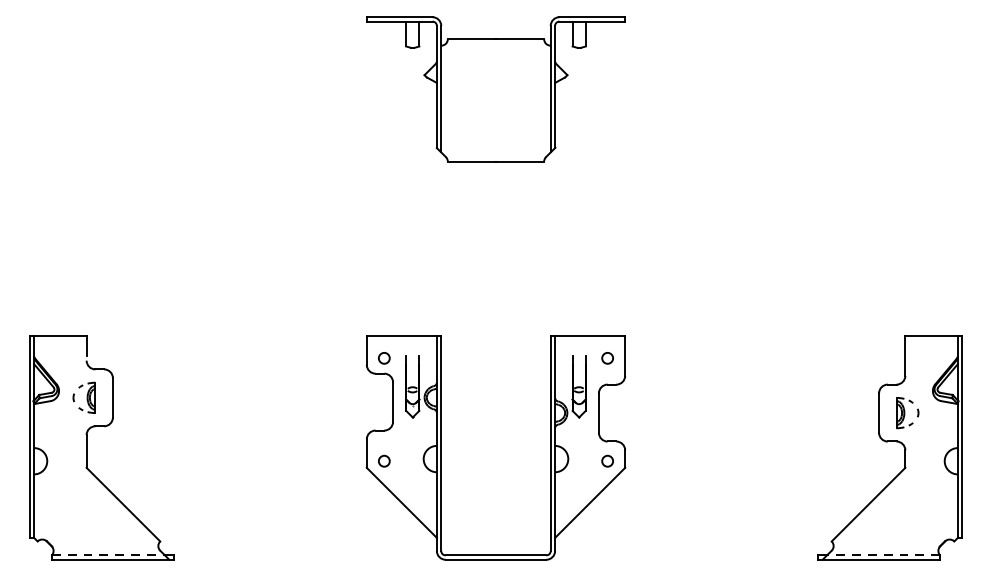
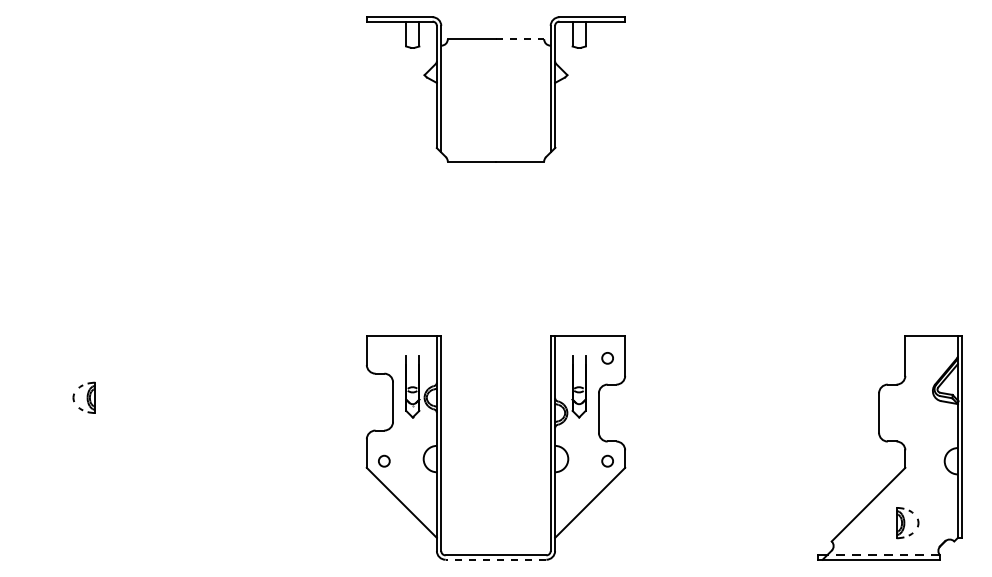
line at (520, 39): solid -> dashed
circle at (384, 358): present -> none
part at (907, 413) position: (907, 413) -> (907, 523)
part at (87, 447): present -> none
line at (495, 559): solid -> dashed
